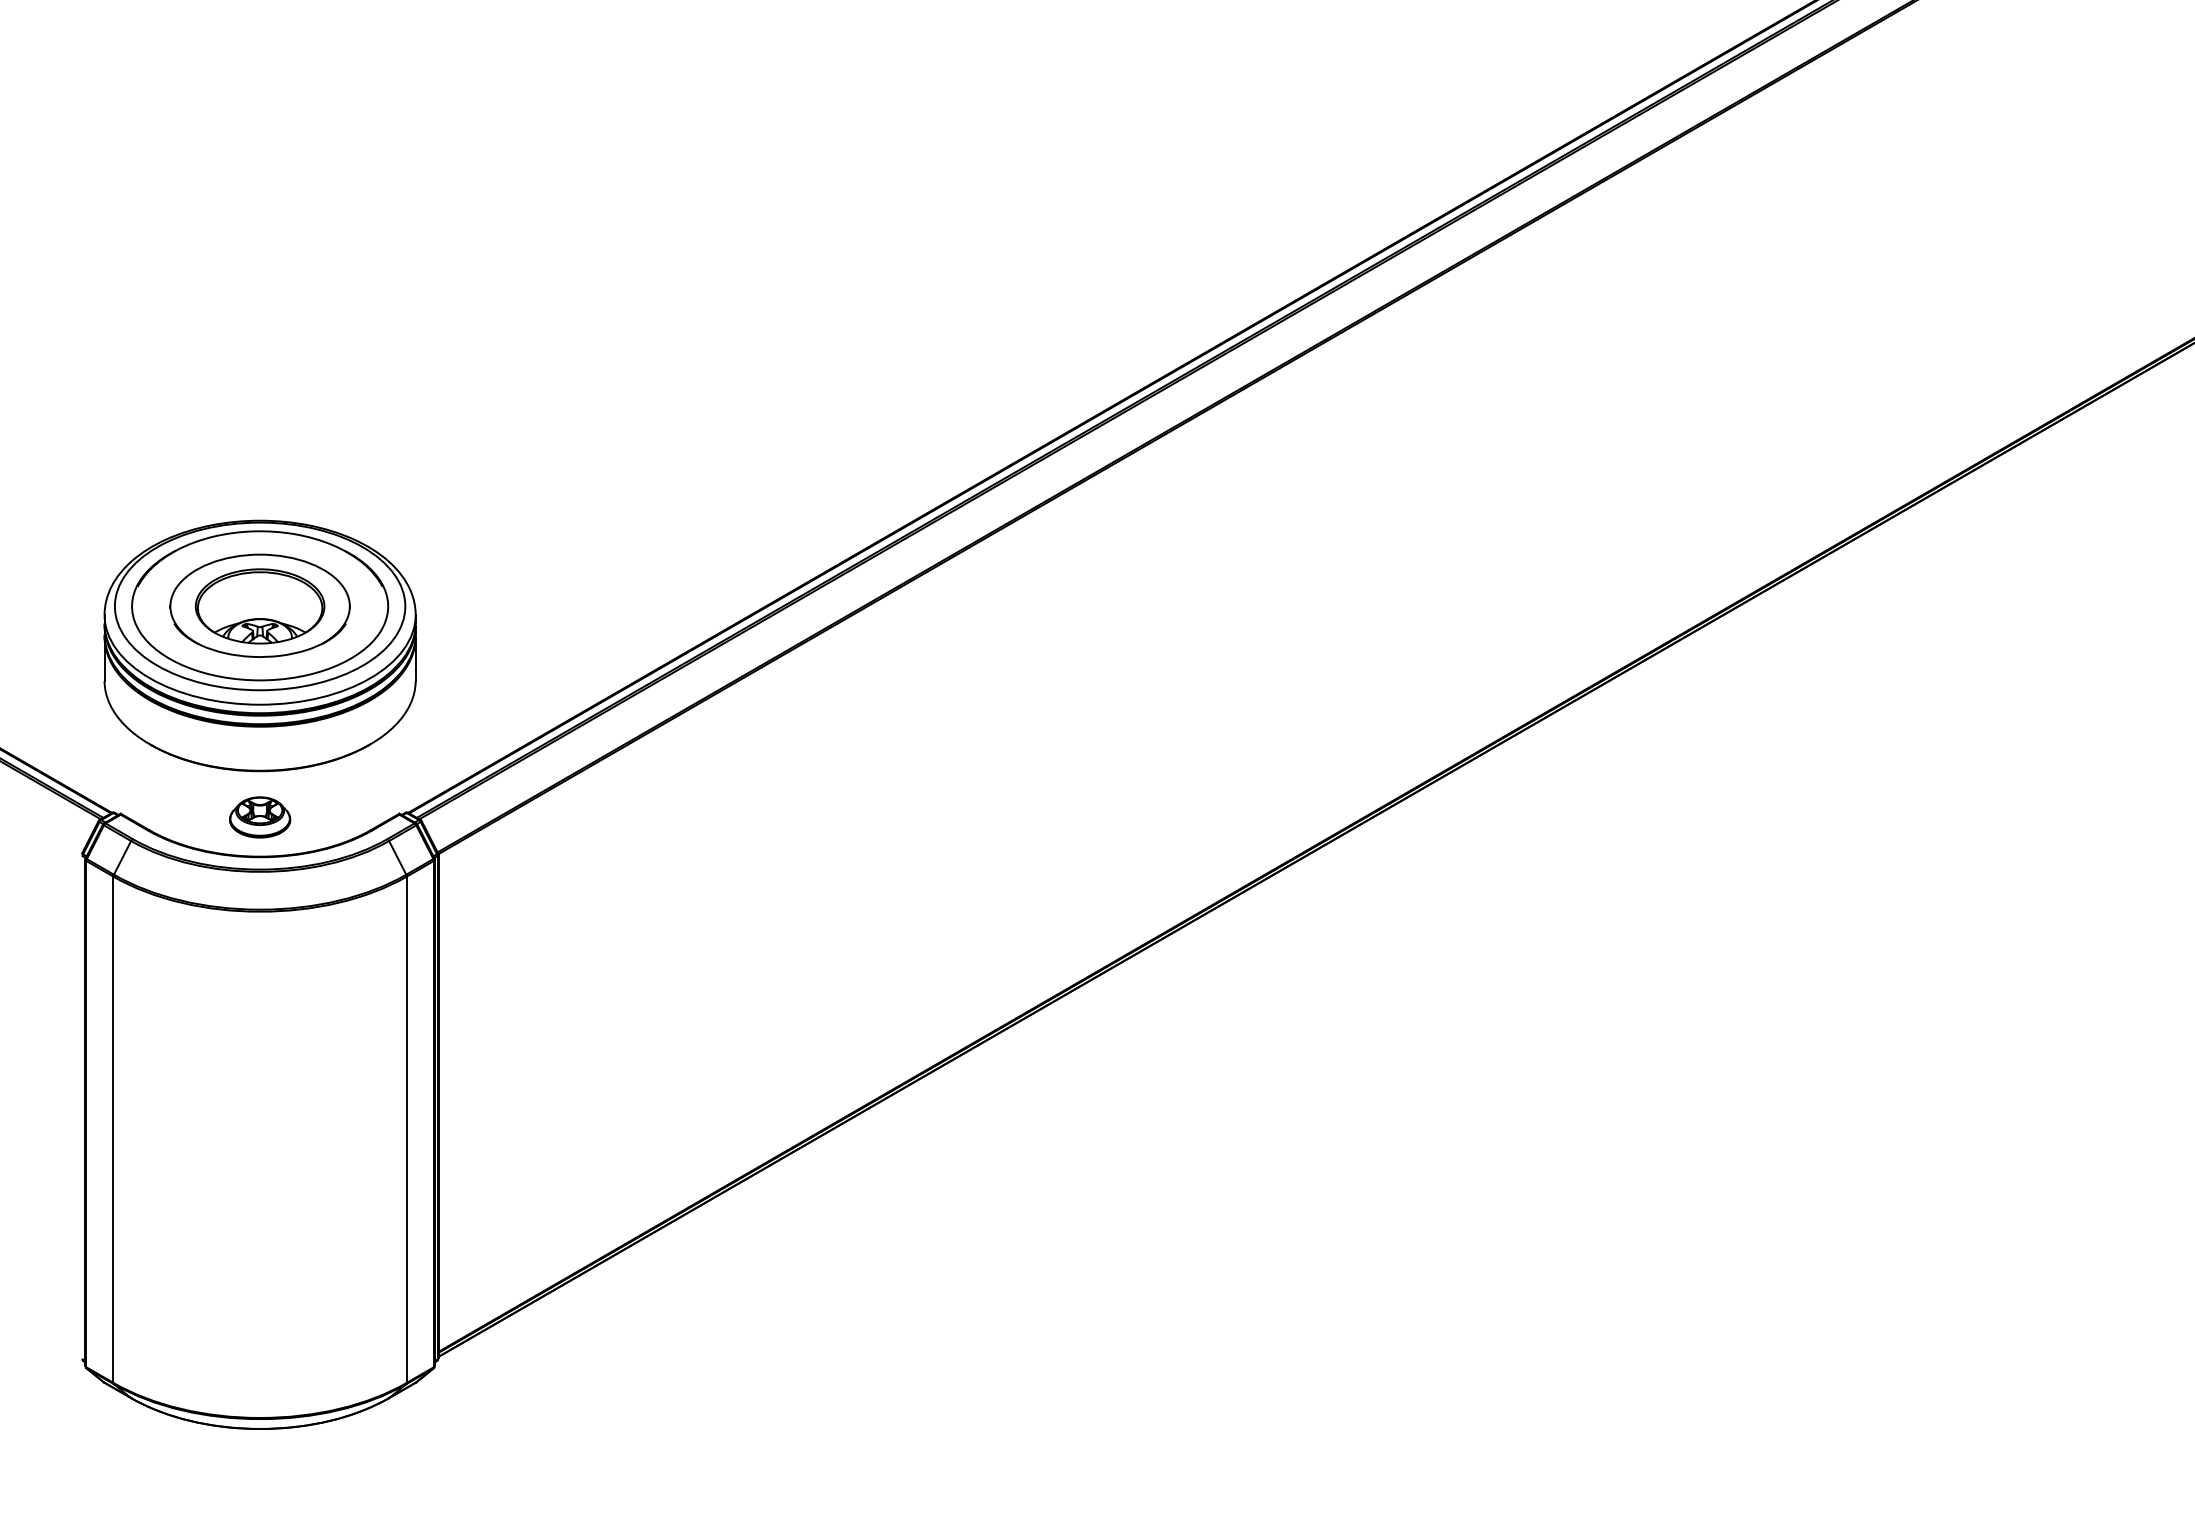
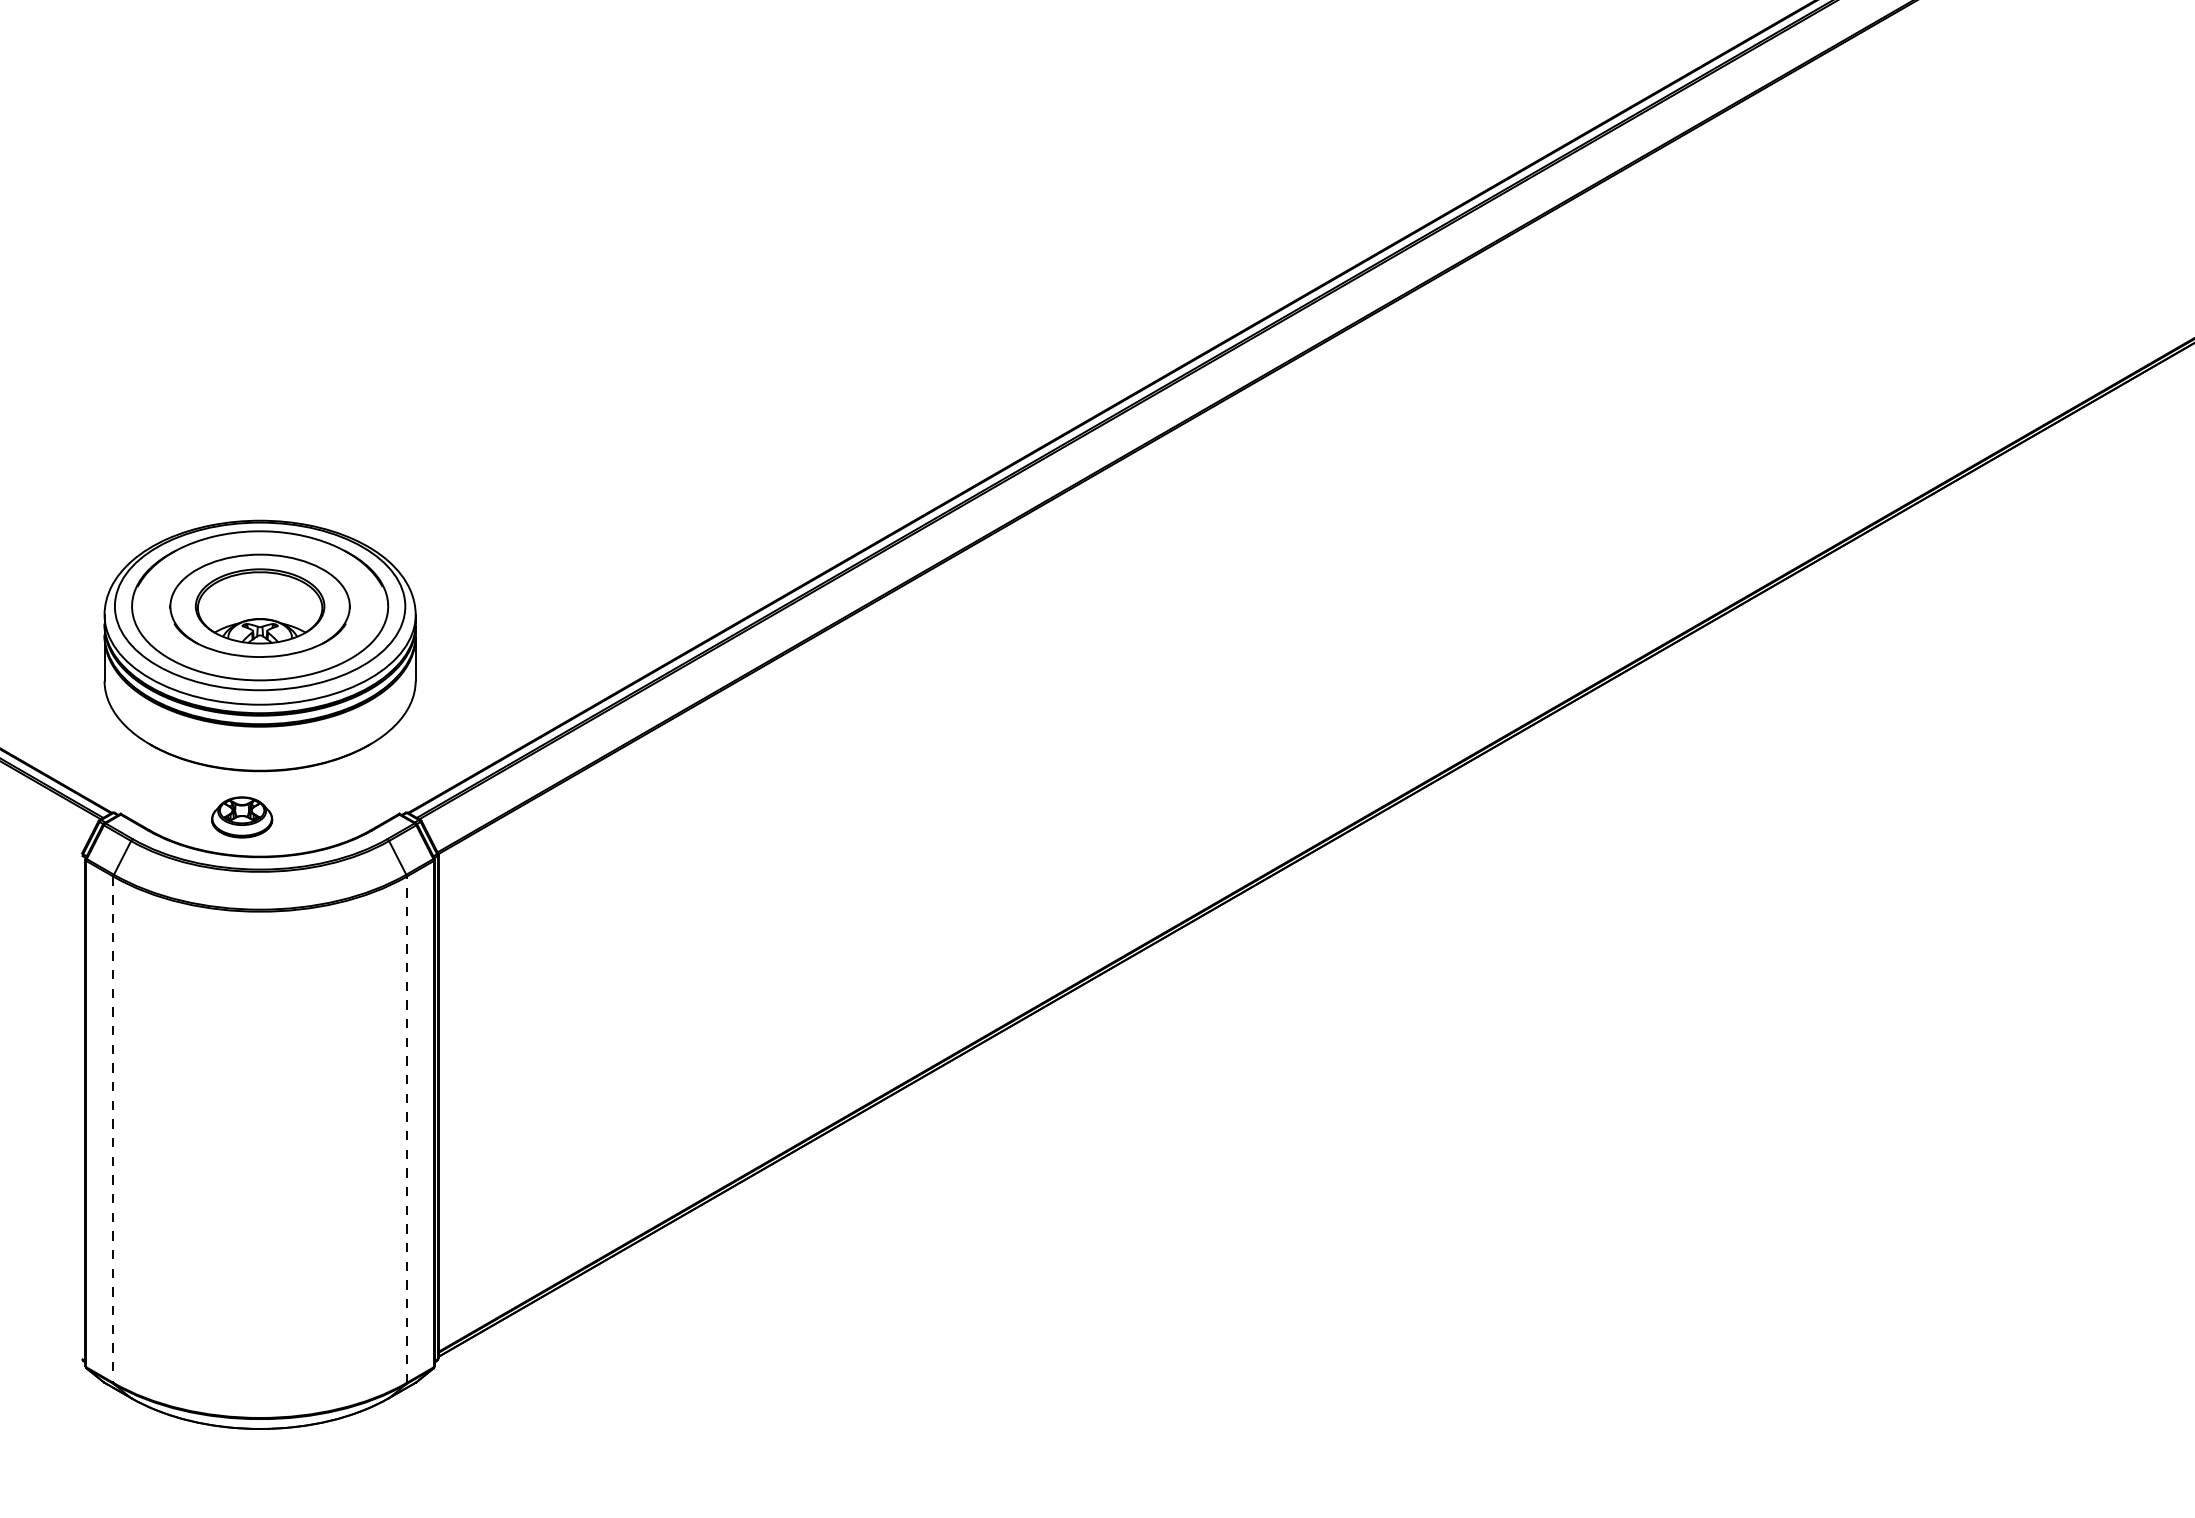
part at (260, 817) position: (260, 817) -> (242, 817)
line at (406, 1129): solid -> dashed
line at (113, 1130): solid -> dashed
